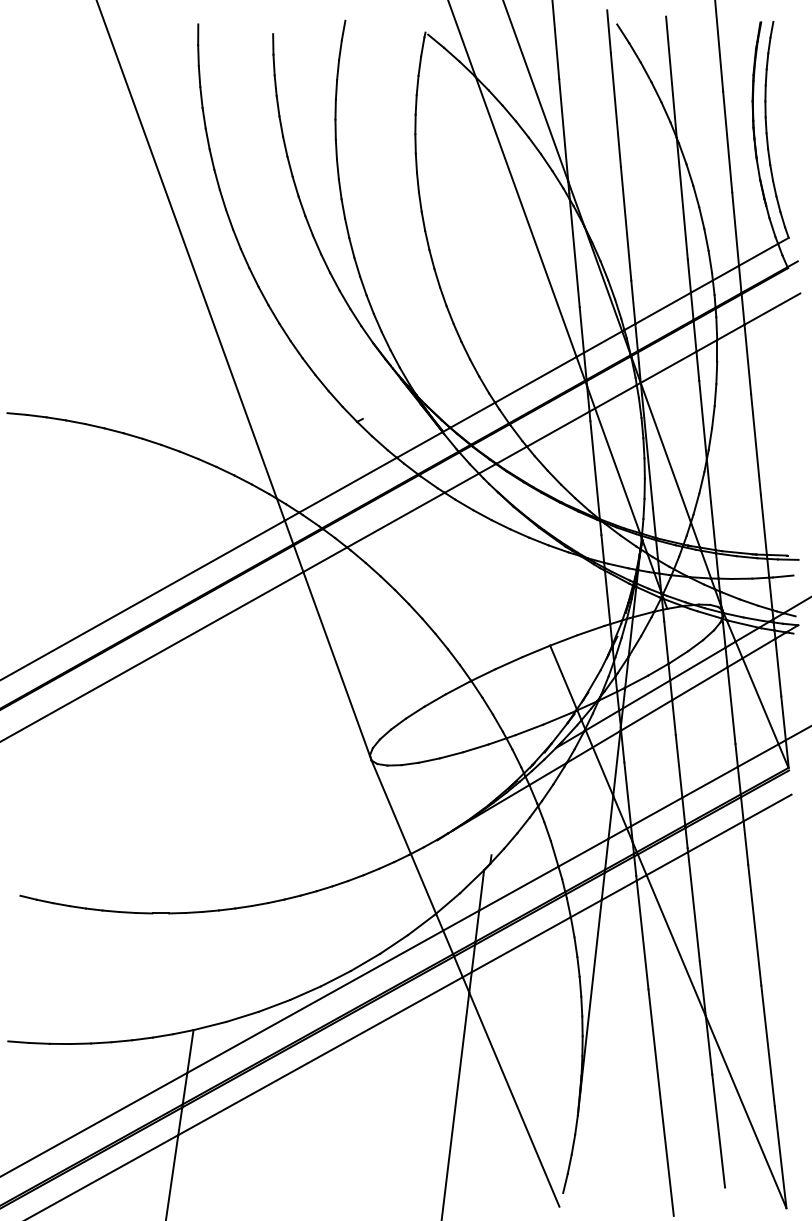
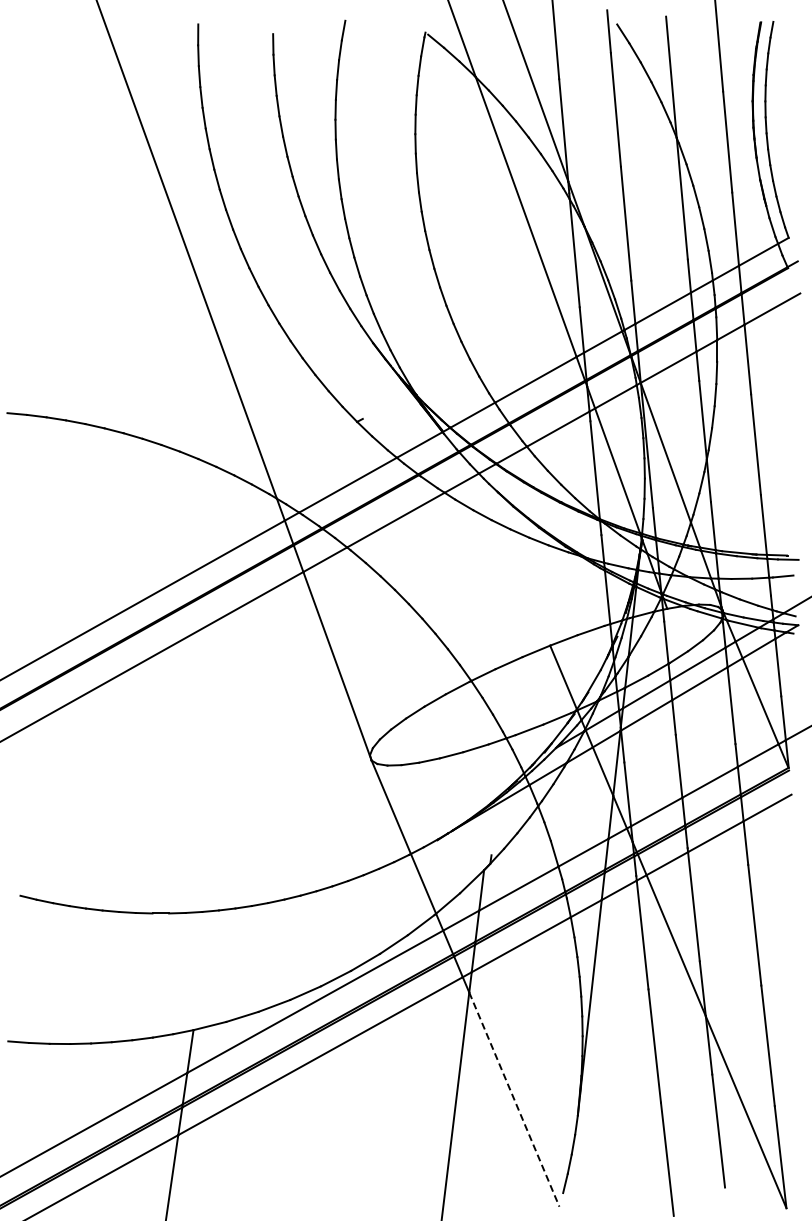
line at (514, 1100): solid -> dashed
